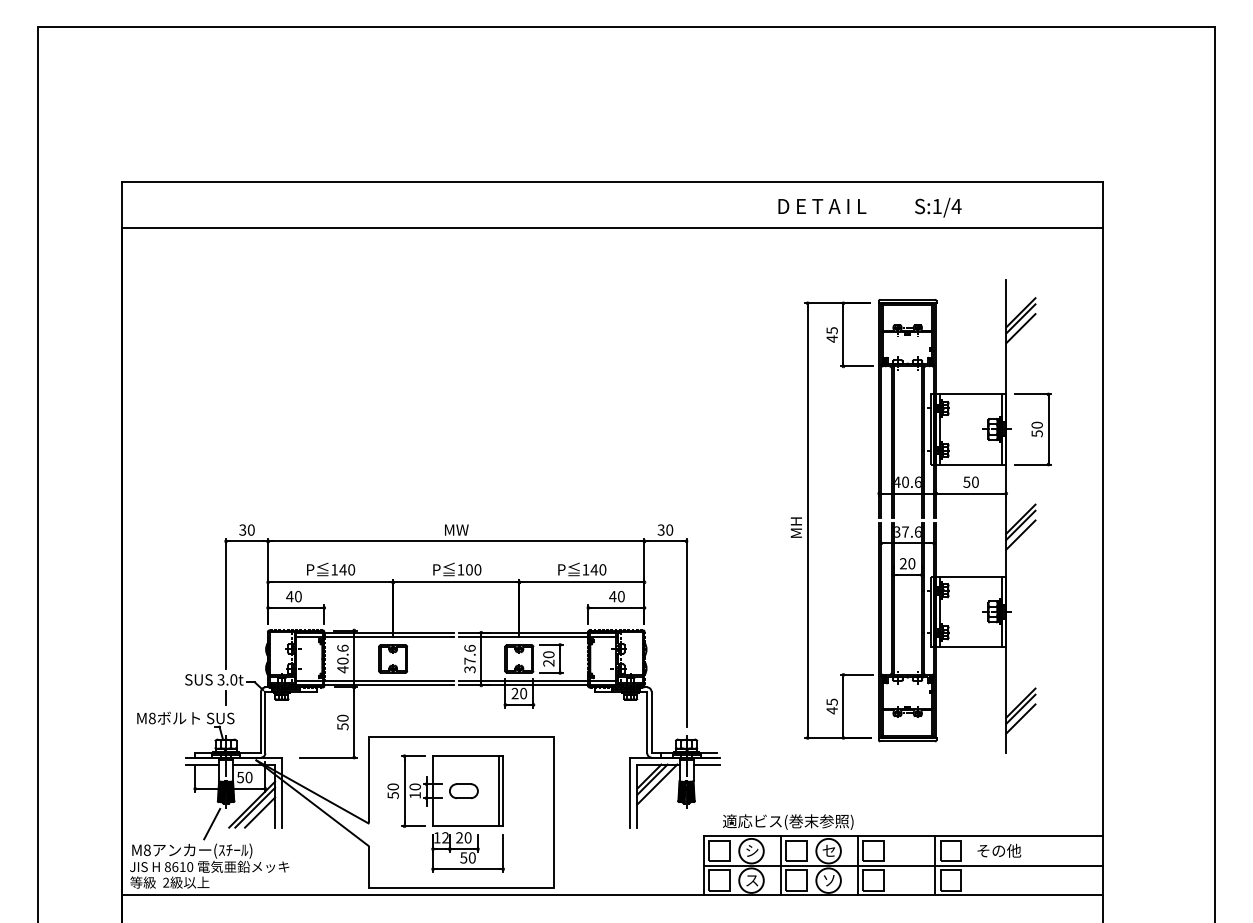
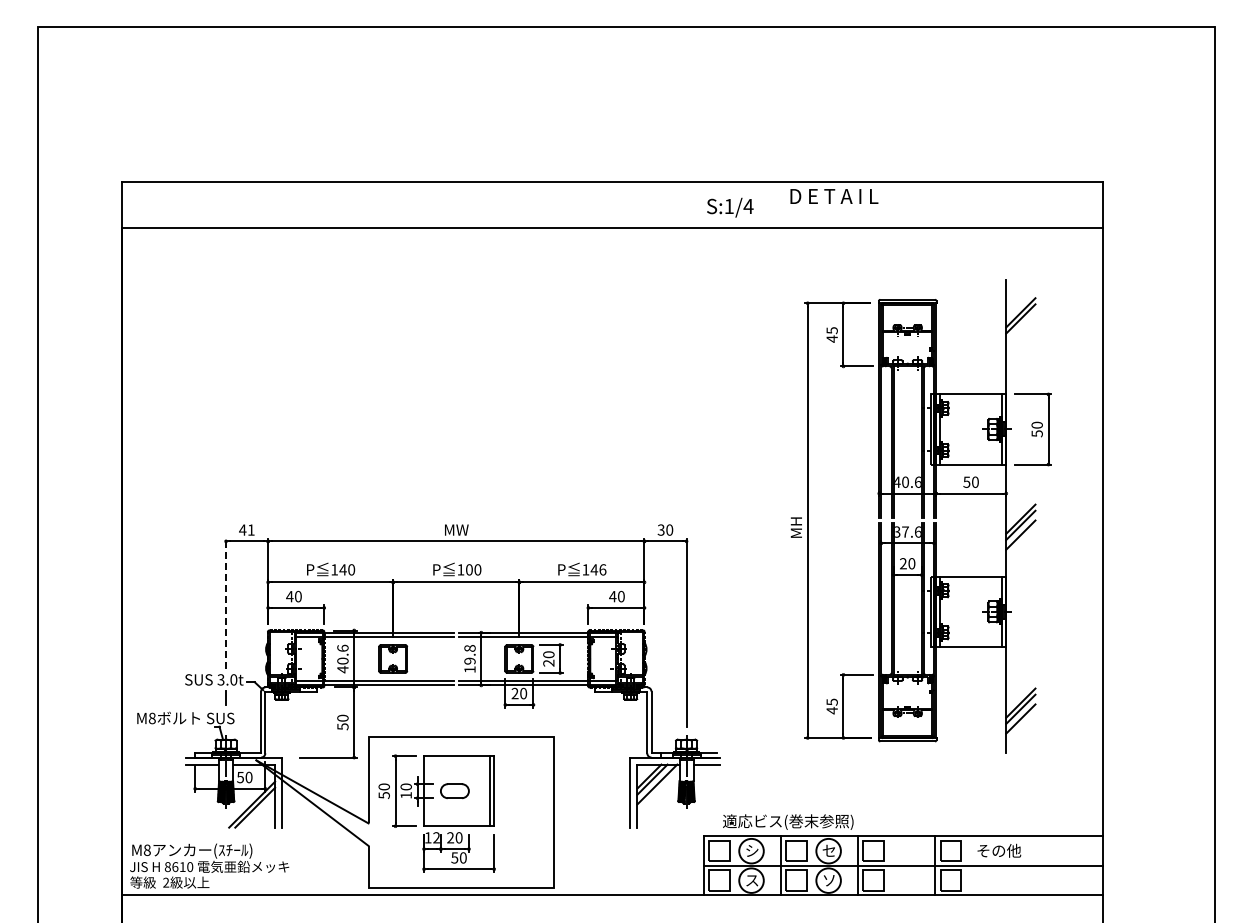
text at (822, 206) position: (822, 206) -> (834, 196)
text at (938, 207) position: (938, 207) -> (730, 207)
line at (1020, 328): present -> none
text at (246, 529): 30 -> 41
text at (602, 569): 140 -> 146
line at (226, 603): solid -> dashed
text at (469, 658): 37.6 -> 19.8
line at (260, 812): present -> none
part at (445, 813) position: (445, 813) -> (436, 813)
line at (212, 823): present -> none
